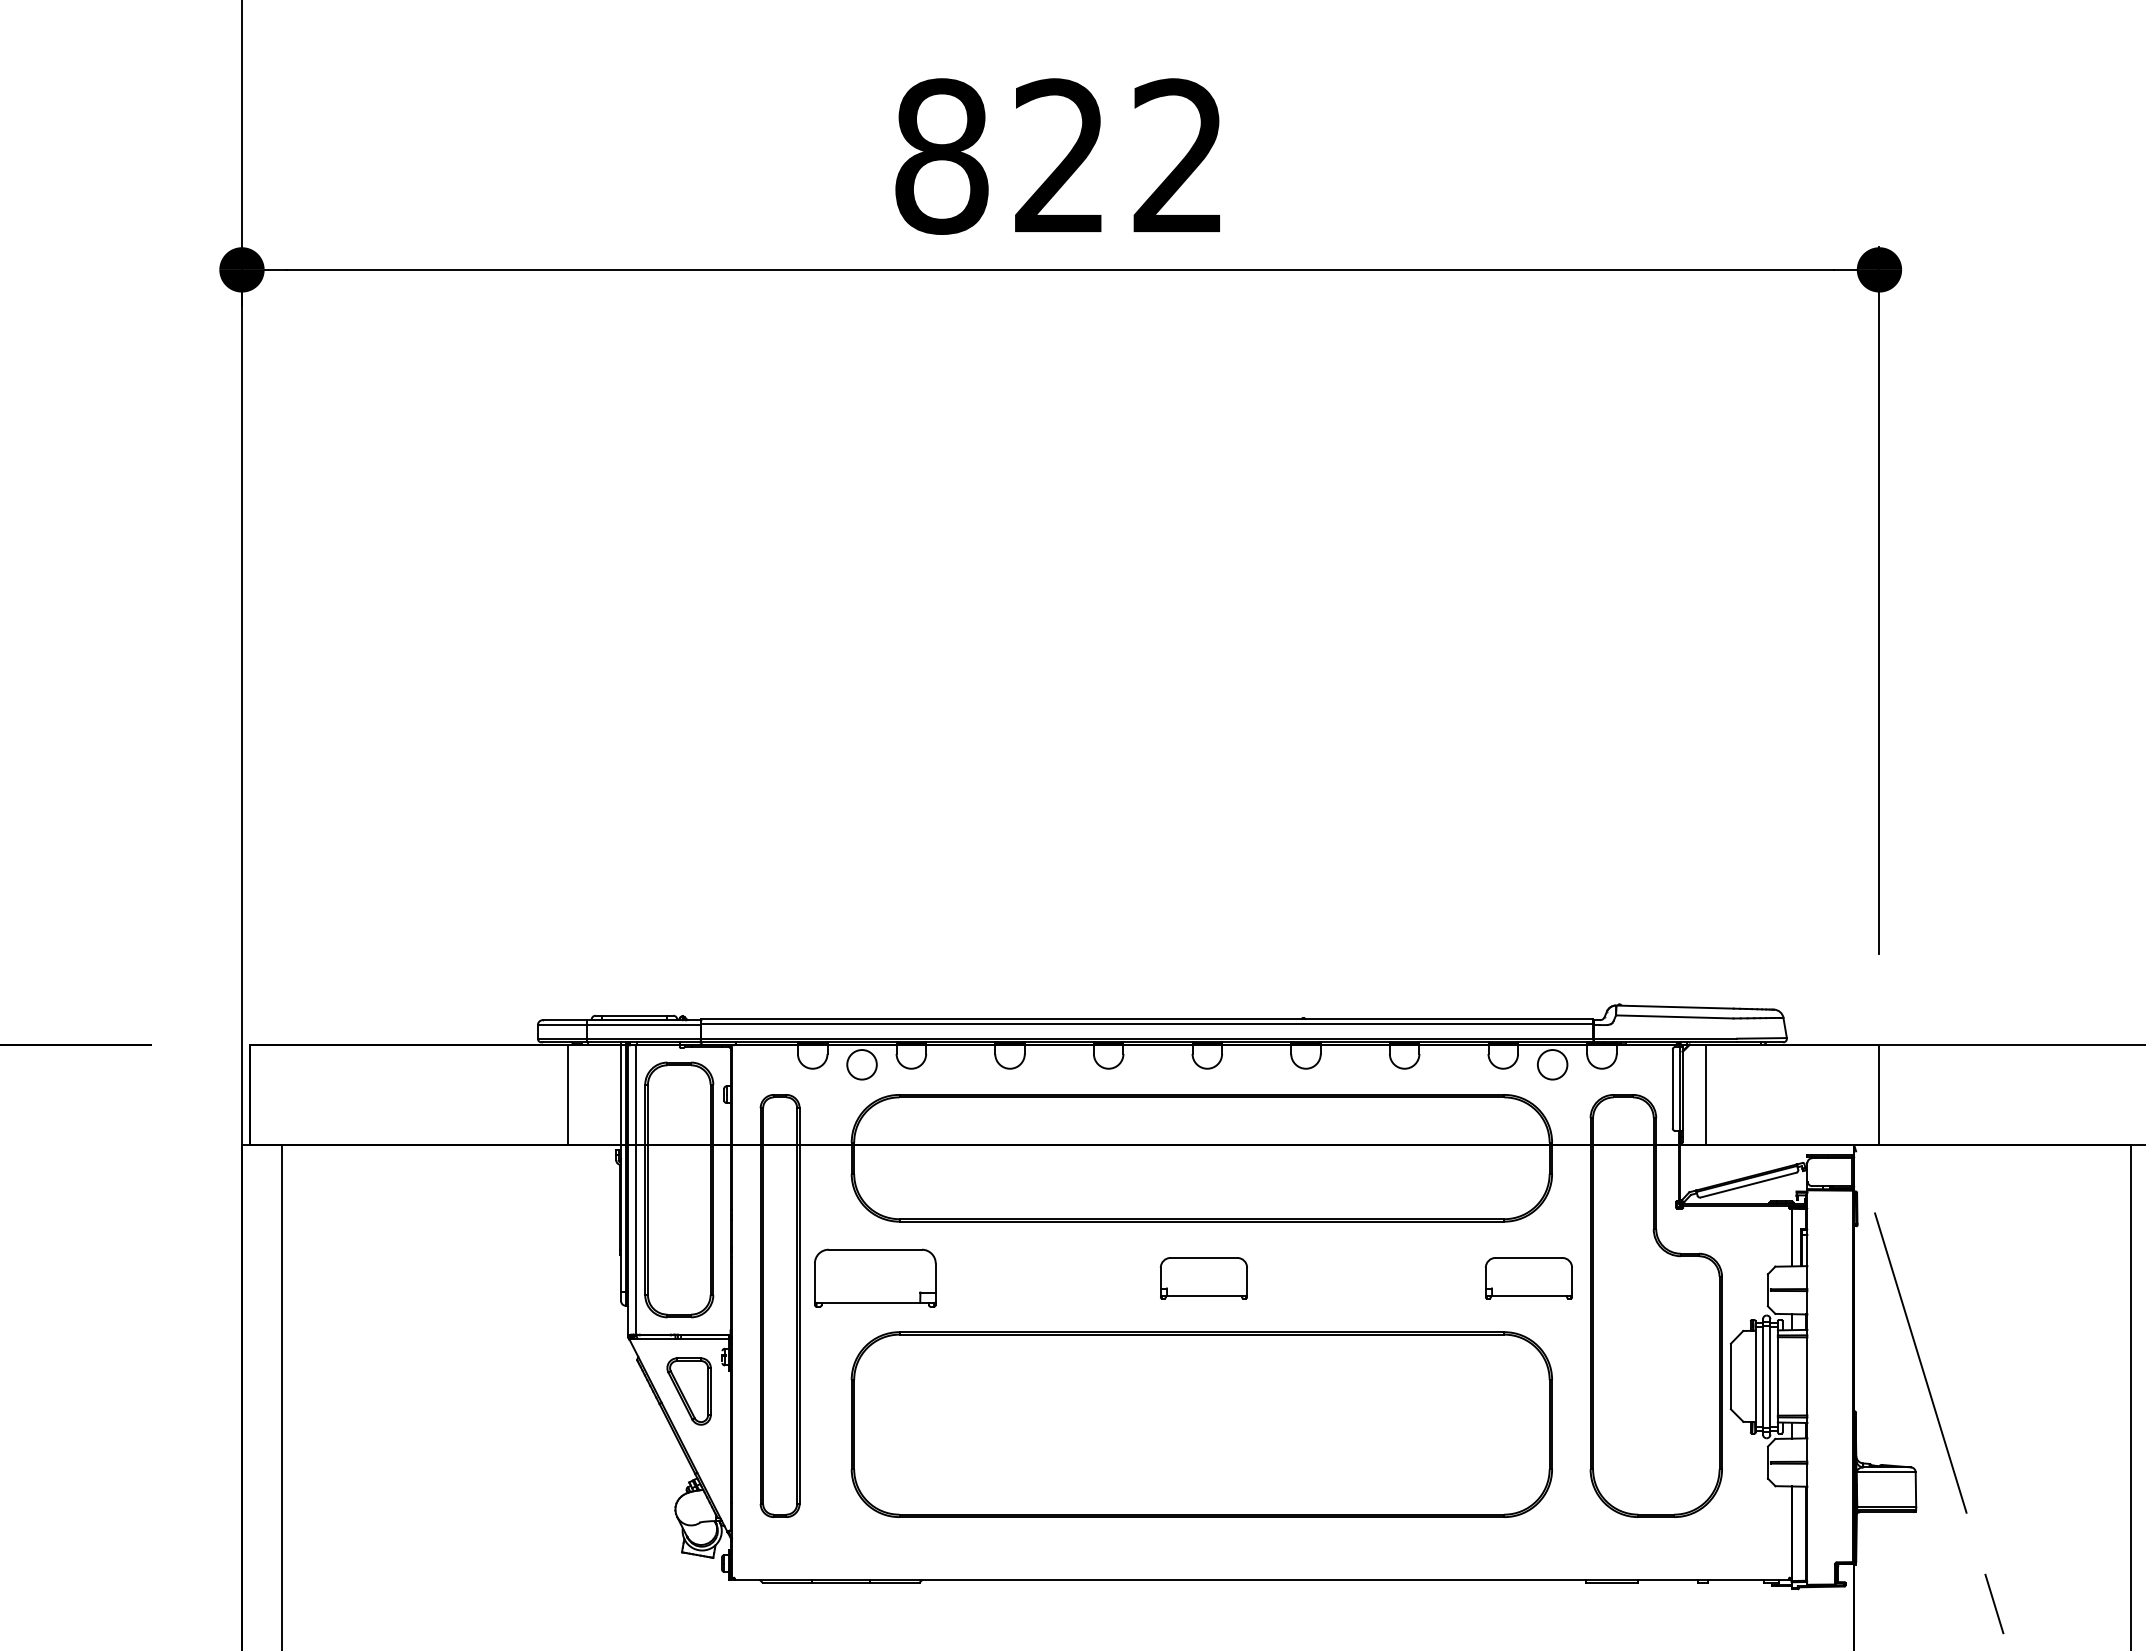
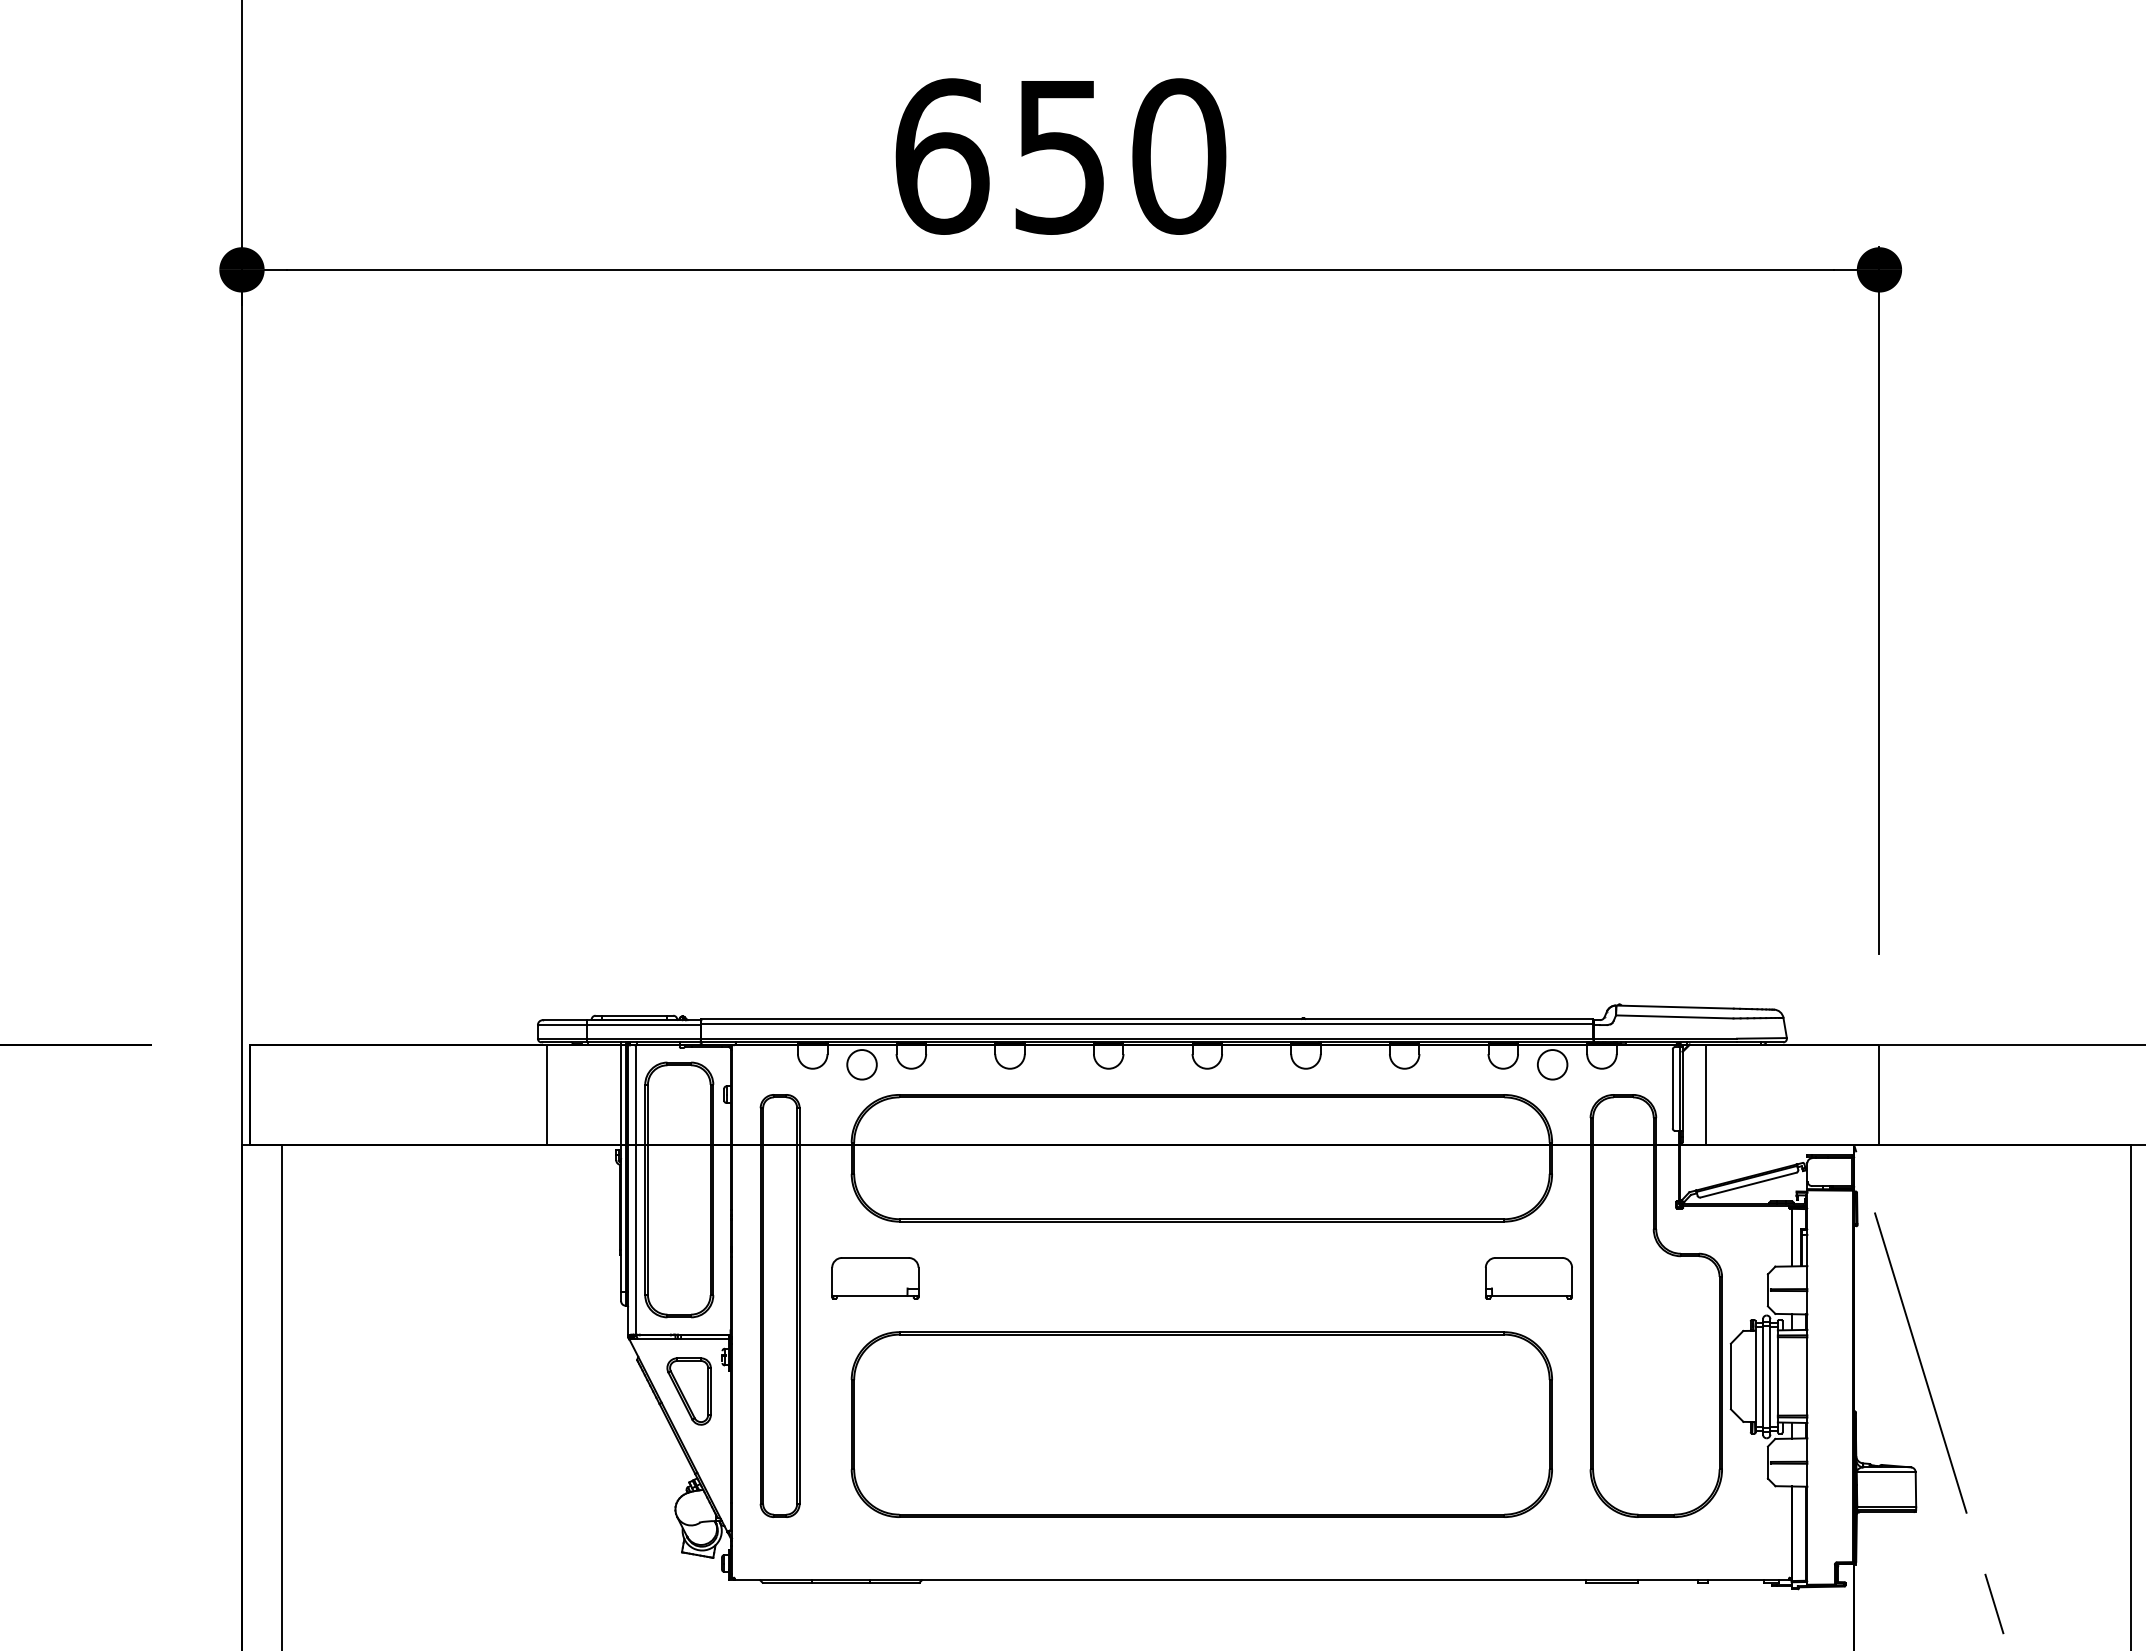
text at (1060, 156): 822 -> 650
line at (567, 1094) position: (567, 1094) -> (546, 1094)
part at (875, 1277) size: 123x60 px -> 89x43 px
part at (1203, 1278): present -> none
